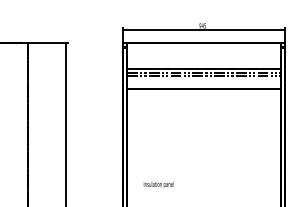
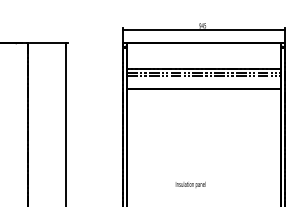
text at (158, 184) position: (158, 184) -> (190, 184)
